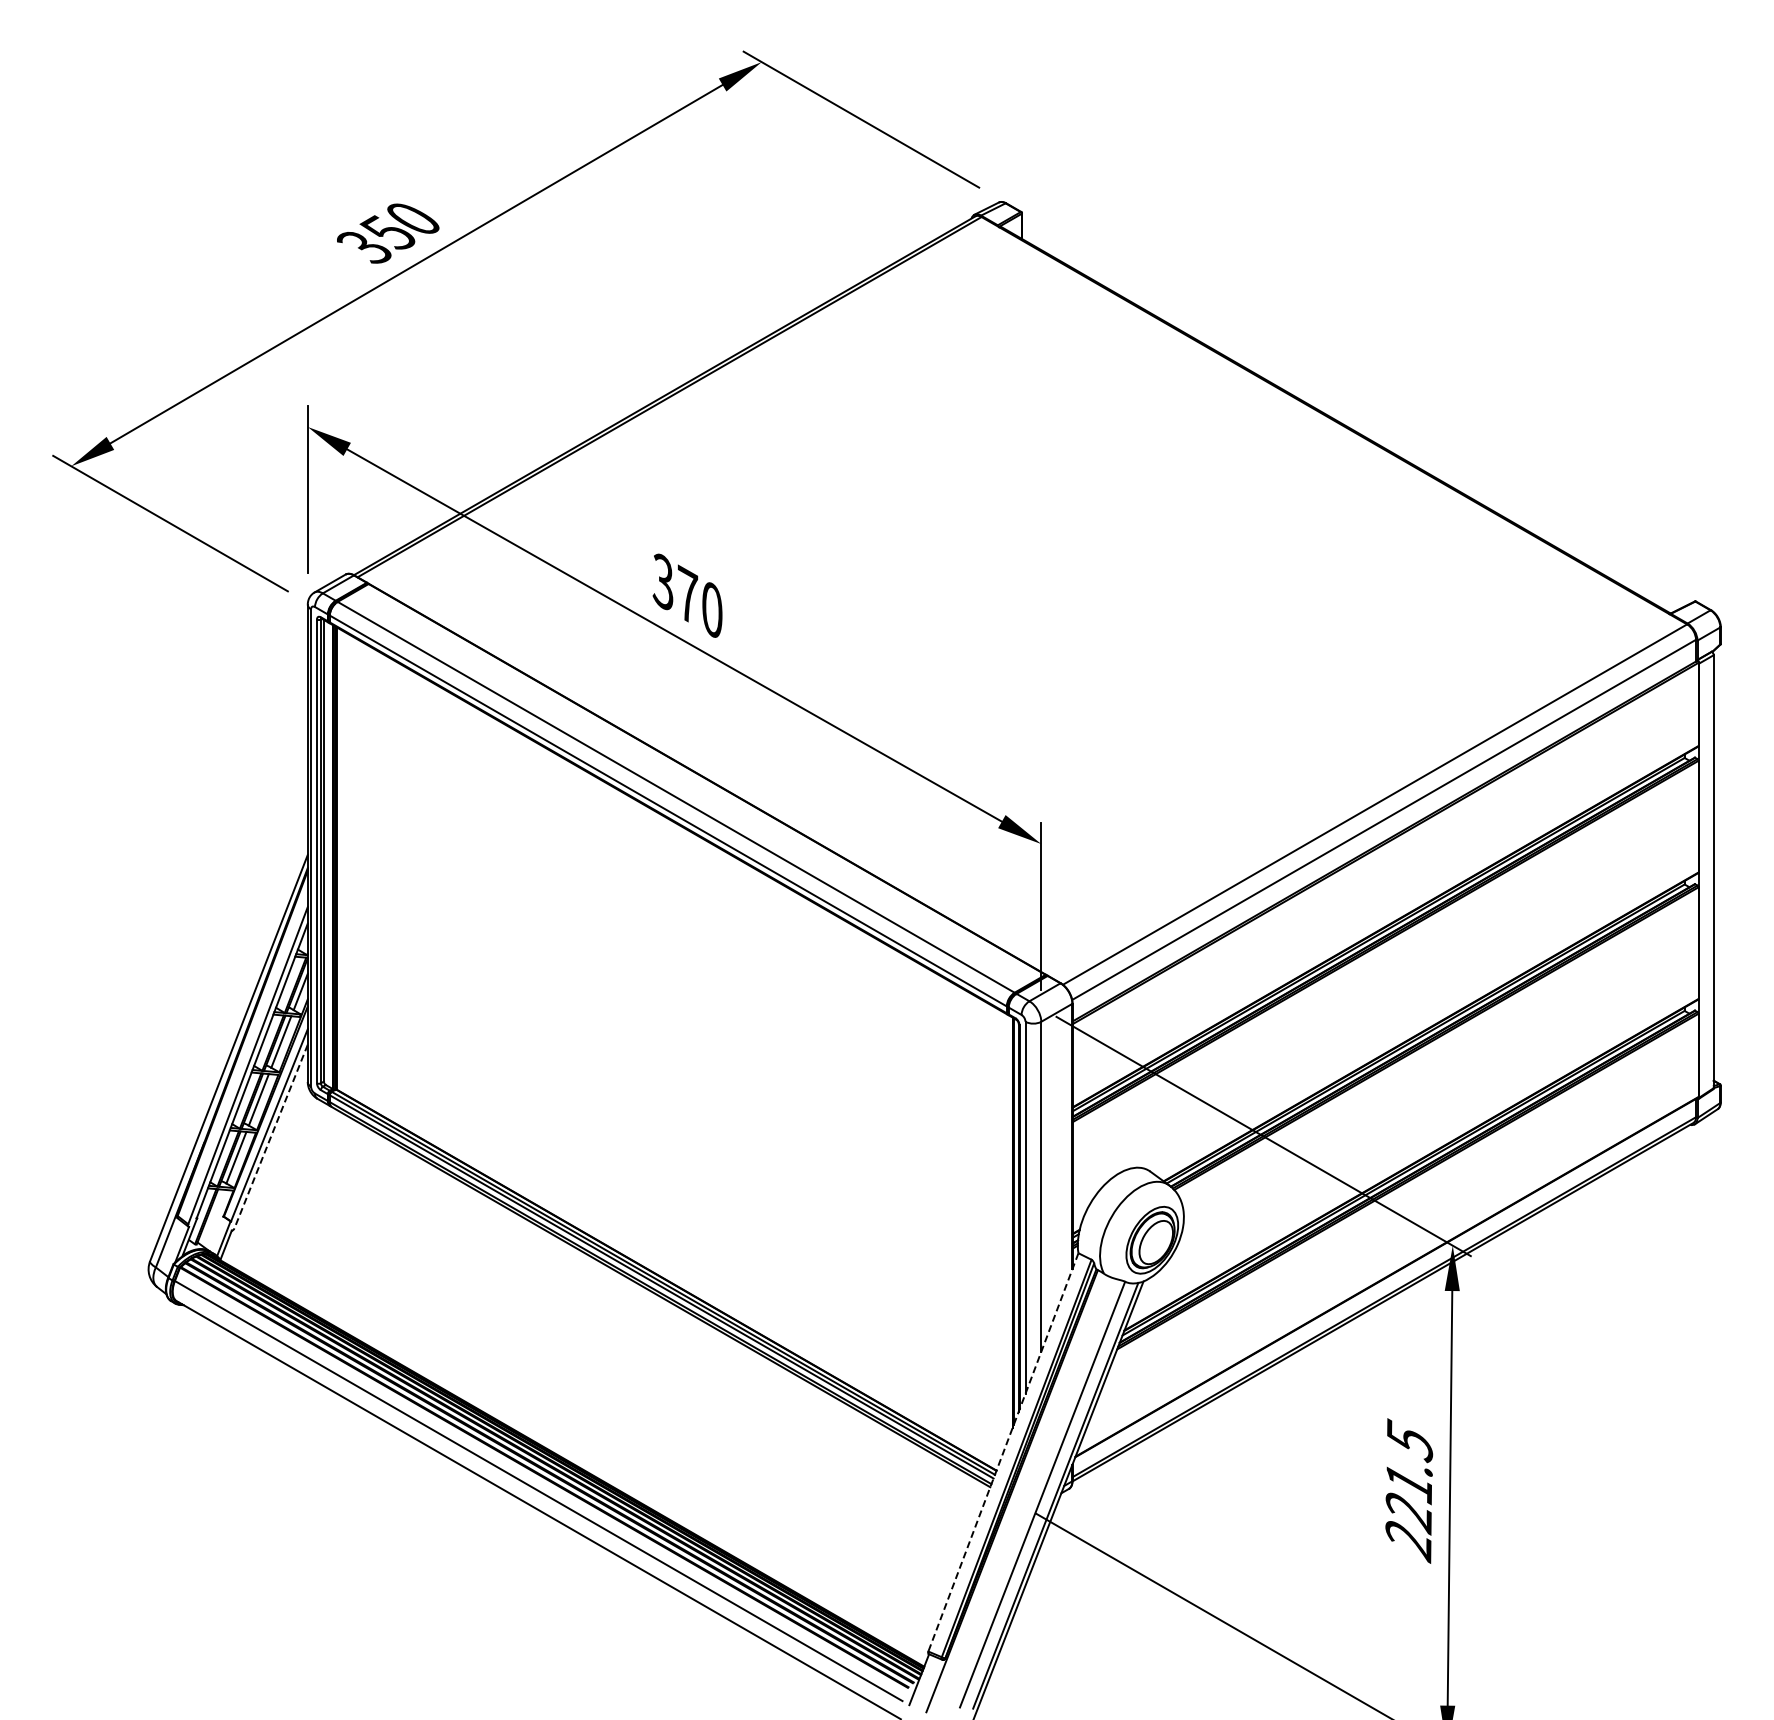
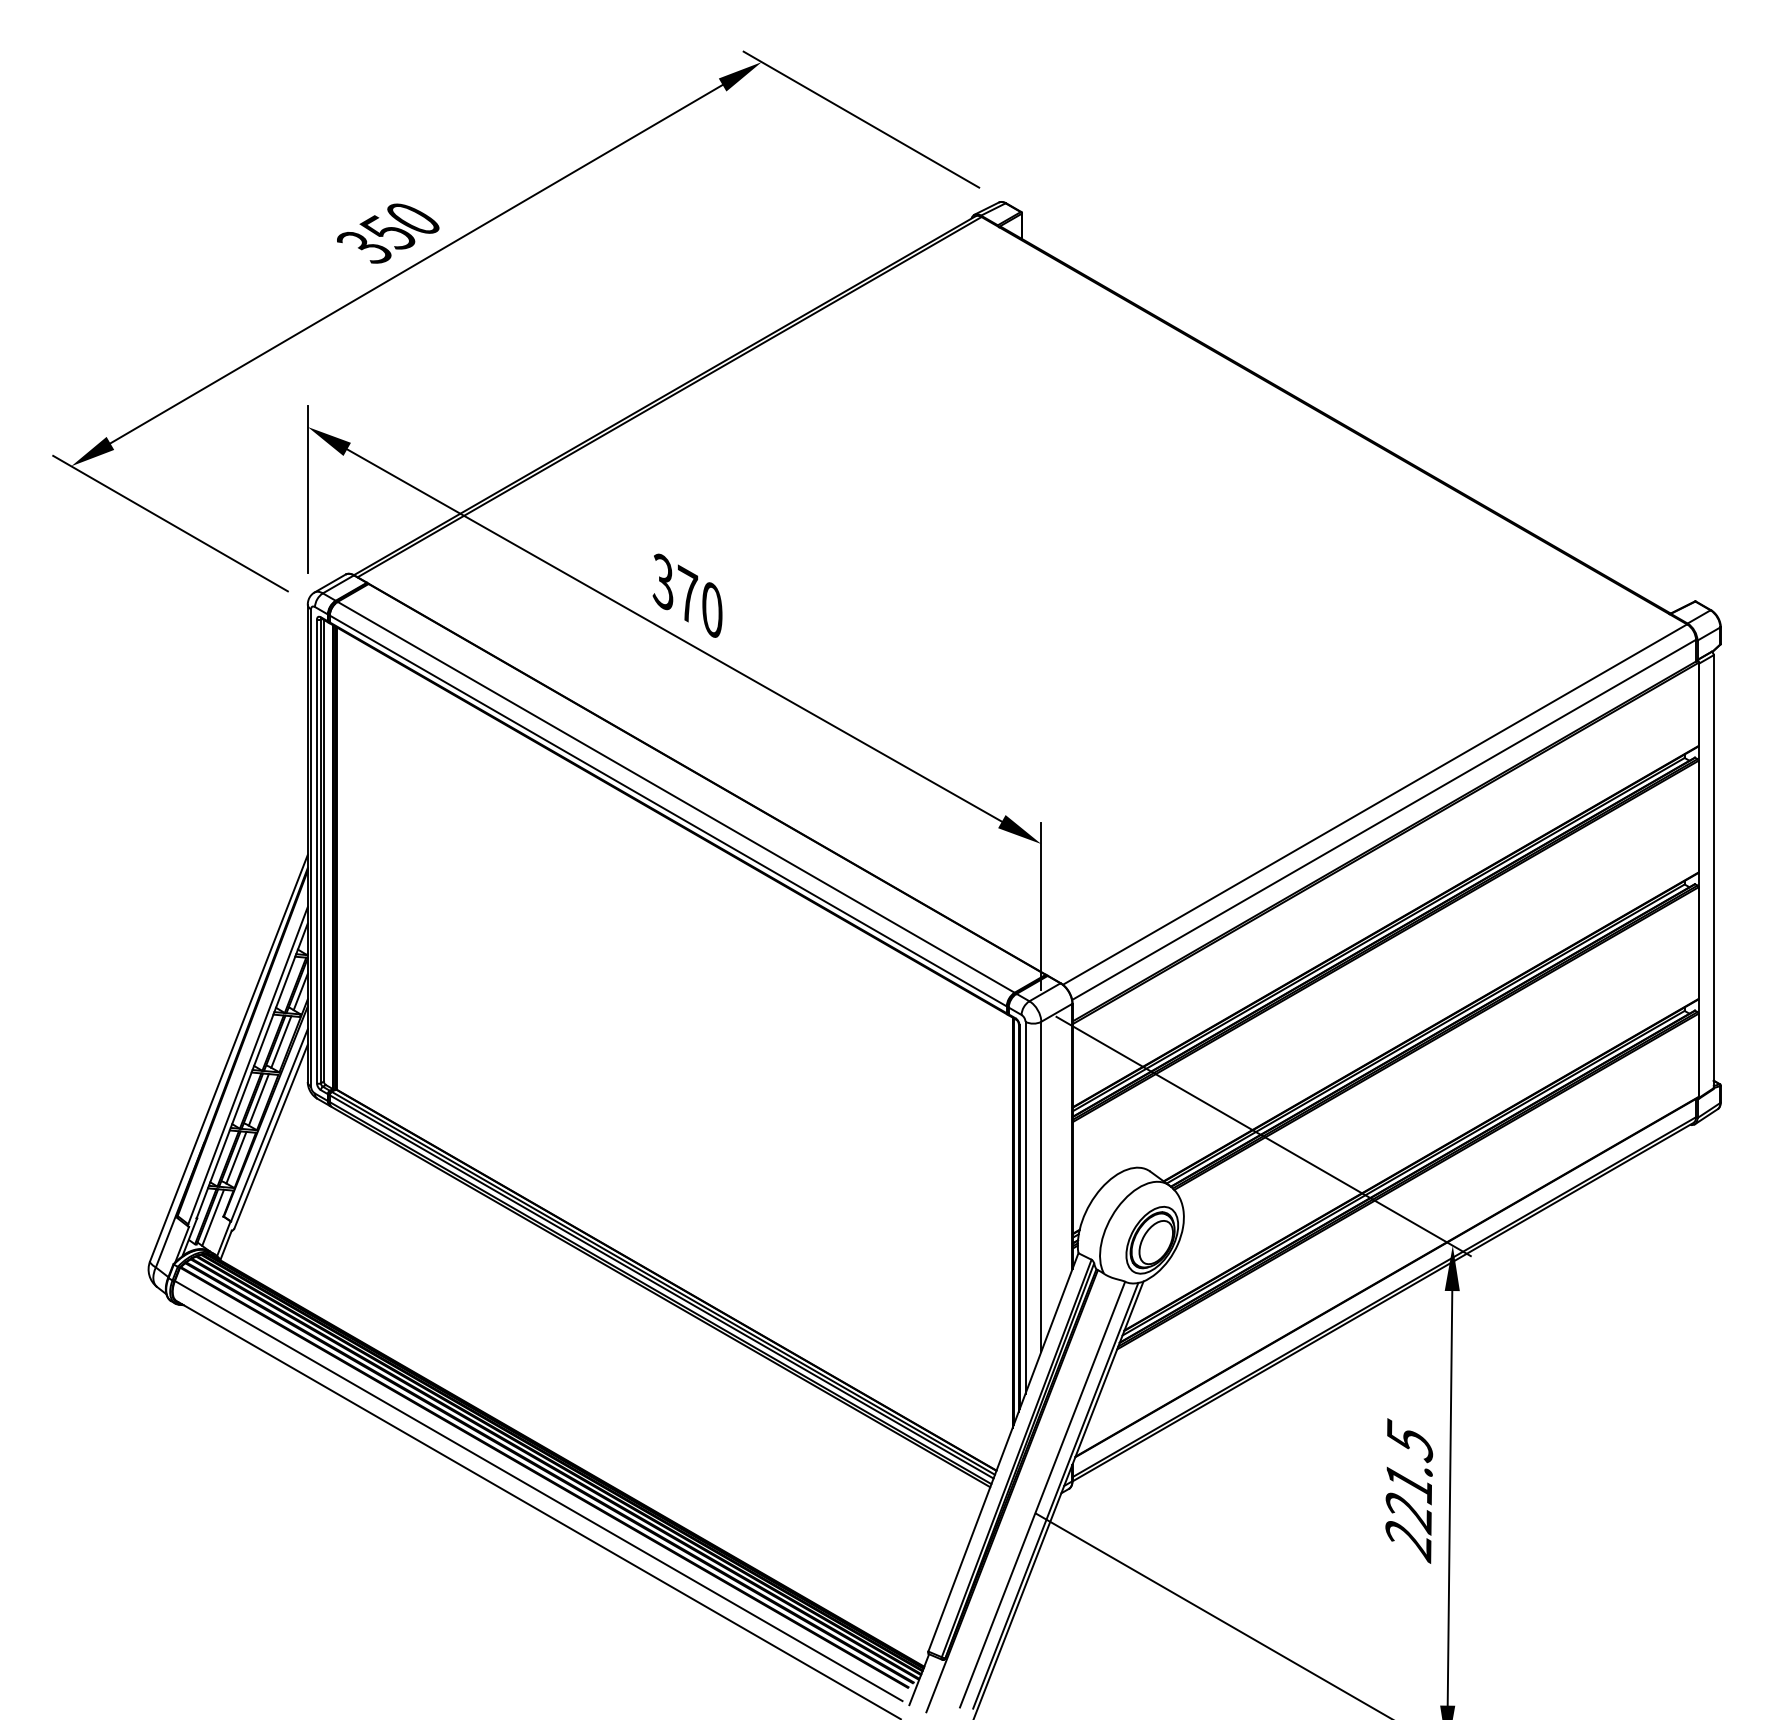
line at (271, 1136): dashed -> solid
line at (213, 1217): none -> present
line at (1003, 1452): dashed -> solid
